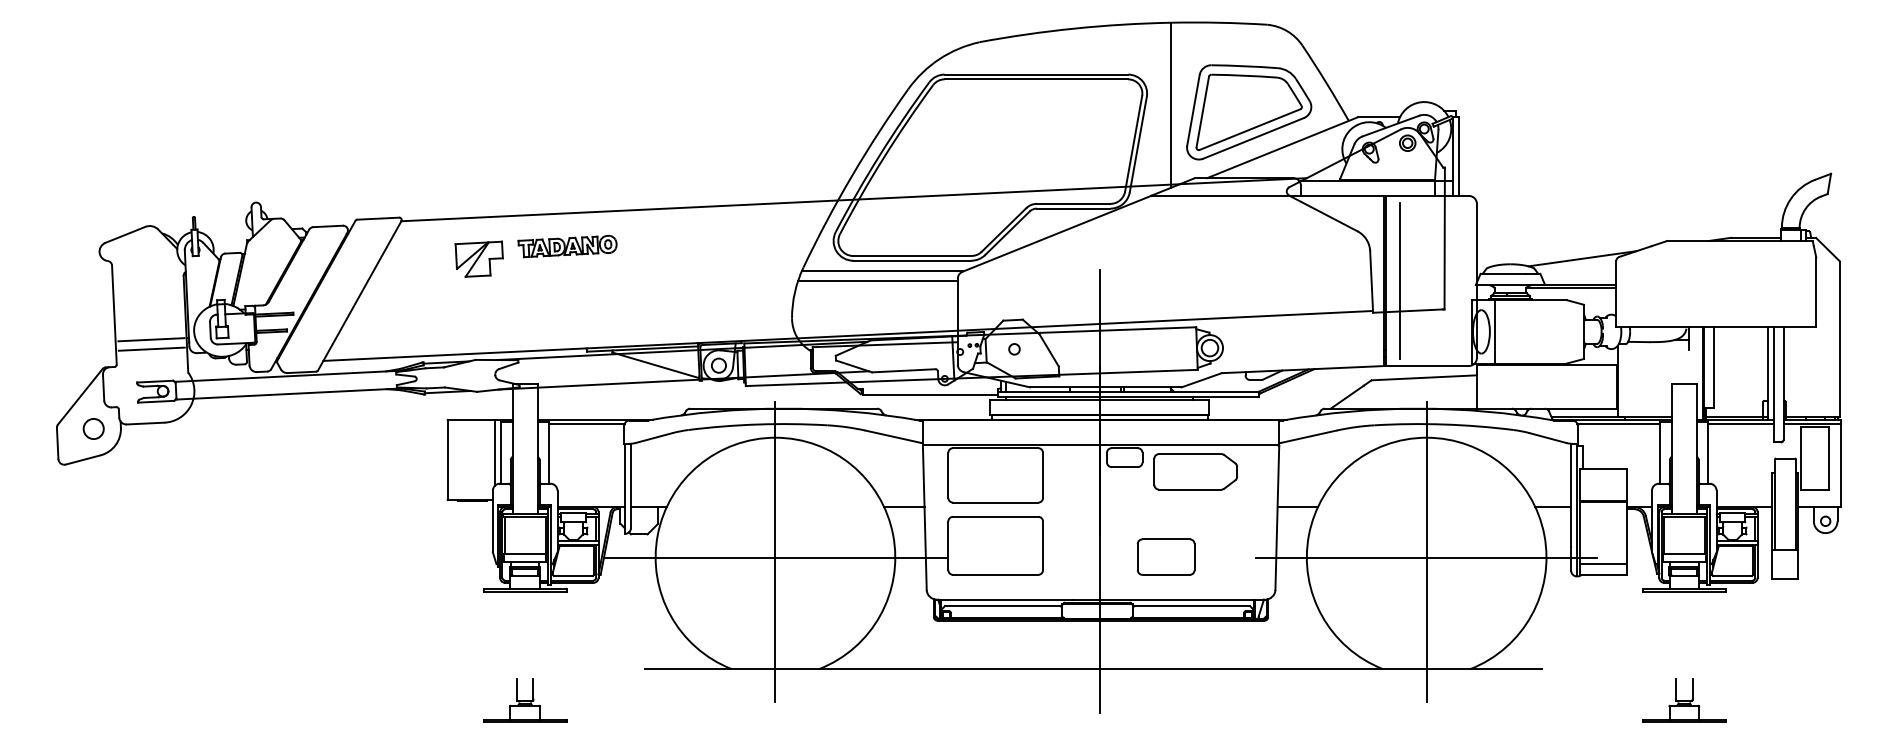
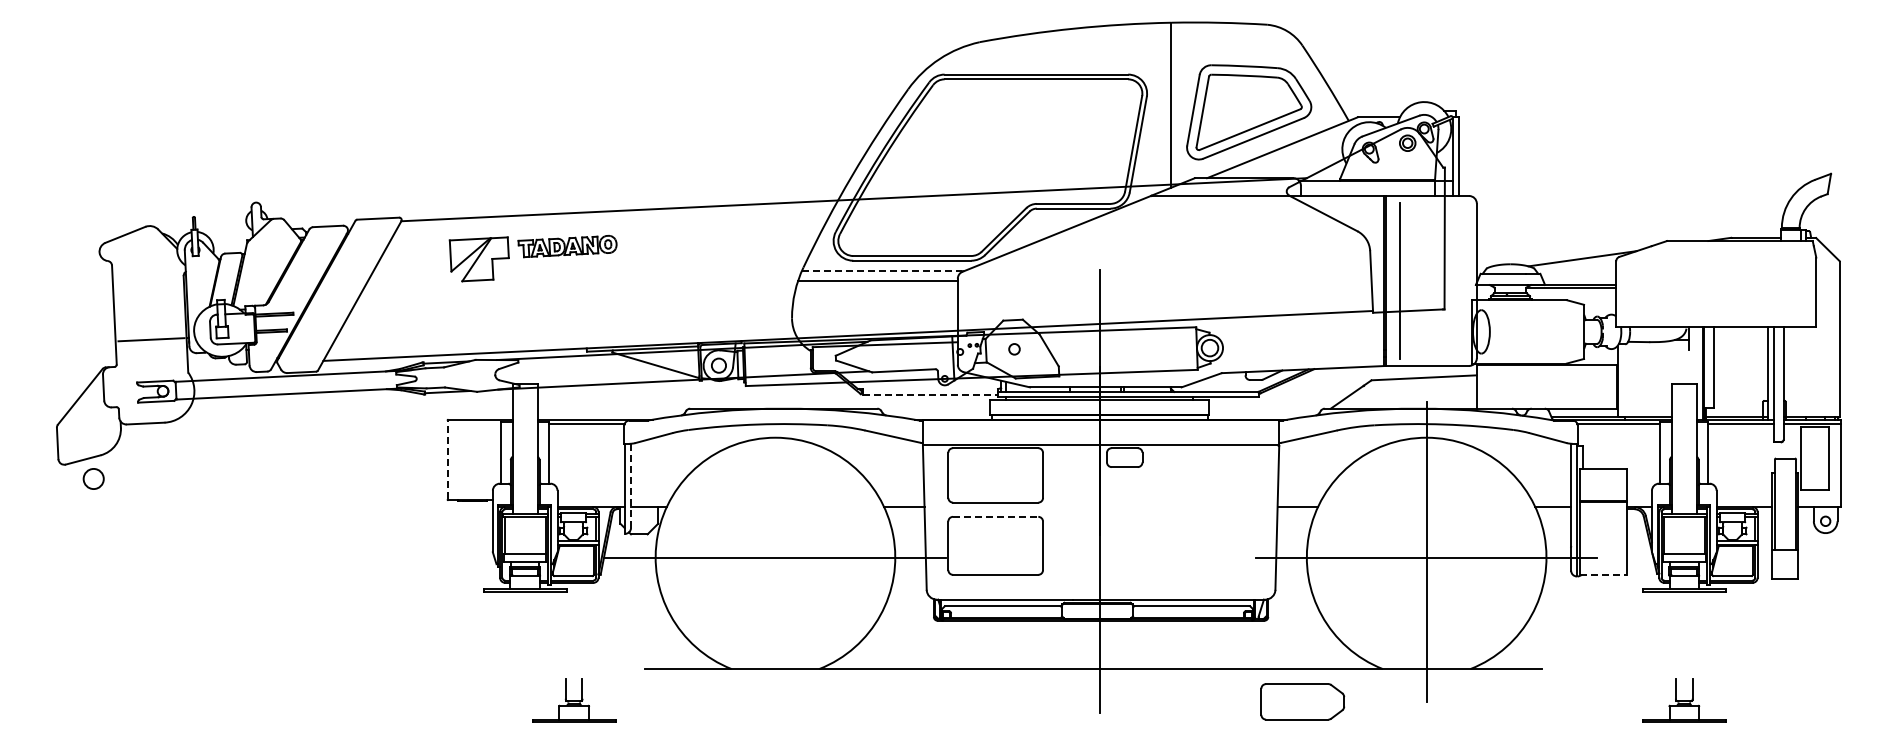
part at (478, 258) size: 50x38 px -> 62x47 px
line at (882, 271): solid -> dashed
line at (1494, 331): present -> none
line at (151, 348): present -> none
line at (930, 394): solid -> dashed
circle at (93, 428) position: (93, 428) -> (93, 478)
line at (494, 452): present -> none
line at (447, 459): solid -> dashed
part at (1195, 471) position: (1195, 471) -> (1302, 701)
line at (631, 486): solid -> dashed
line at (995, 516): solid -> dashed
line at (775, 552): present -> none
part at (1165, 556): present -> none
line at (1602, 563): present -> none
line at (1603, 574): solid -> dashed
part at (525, 700) position: (525, 700) -> (574, 700)
